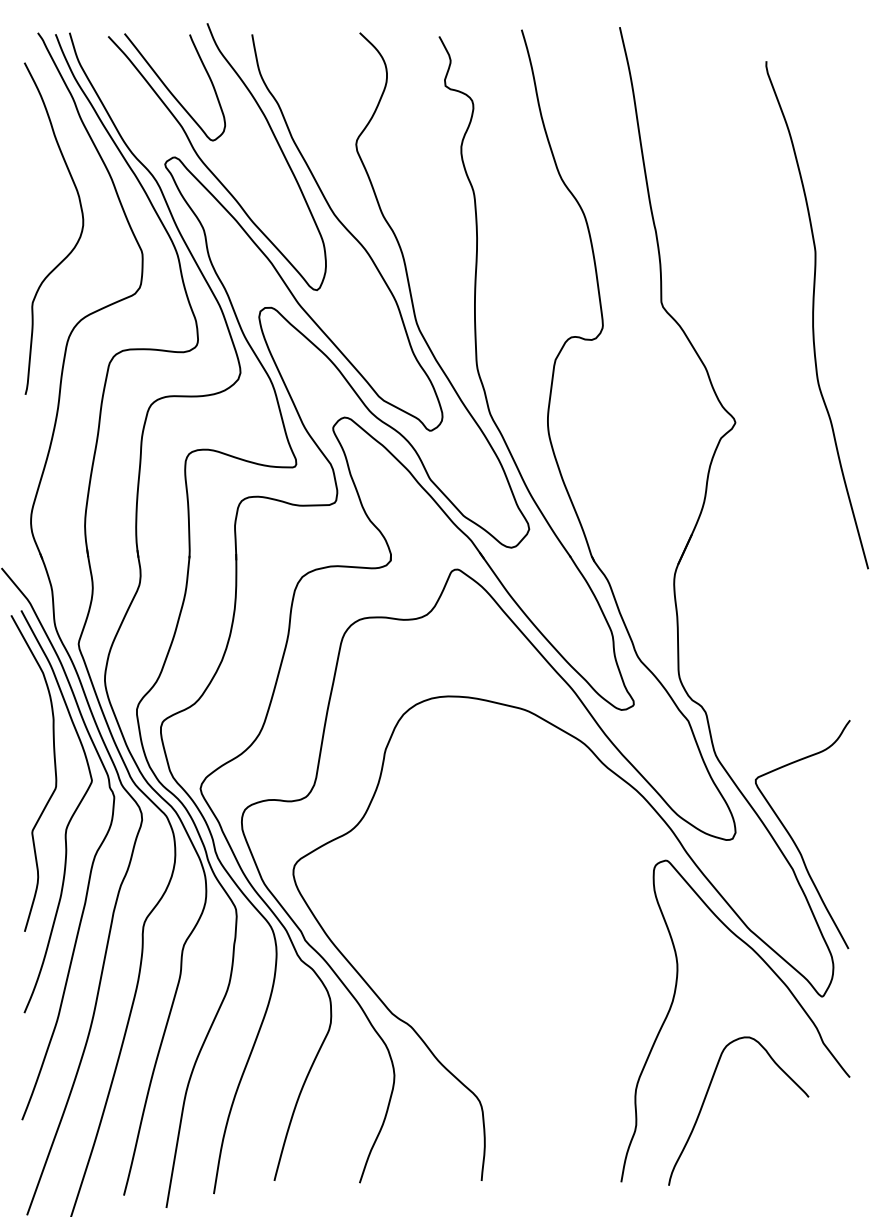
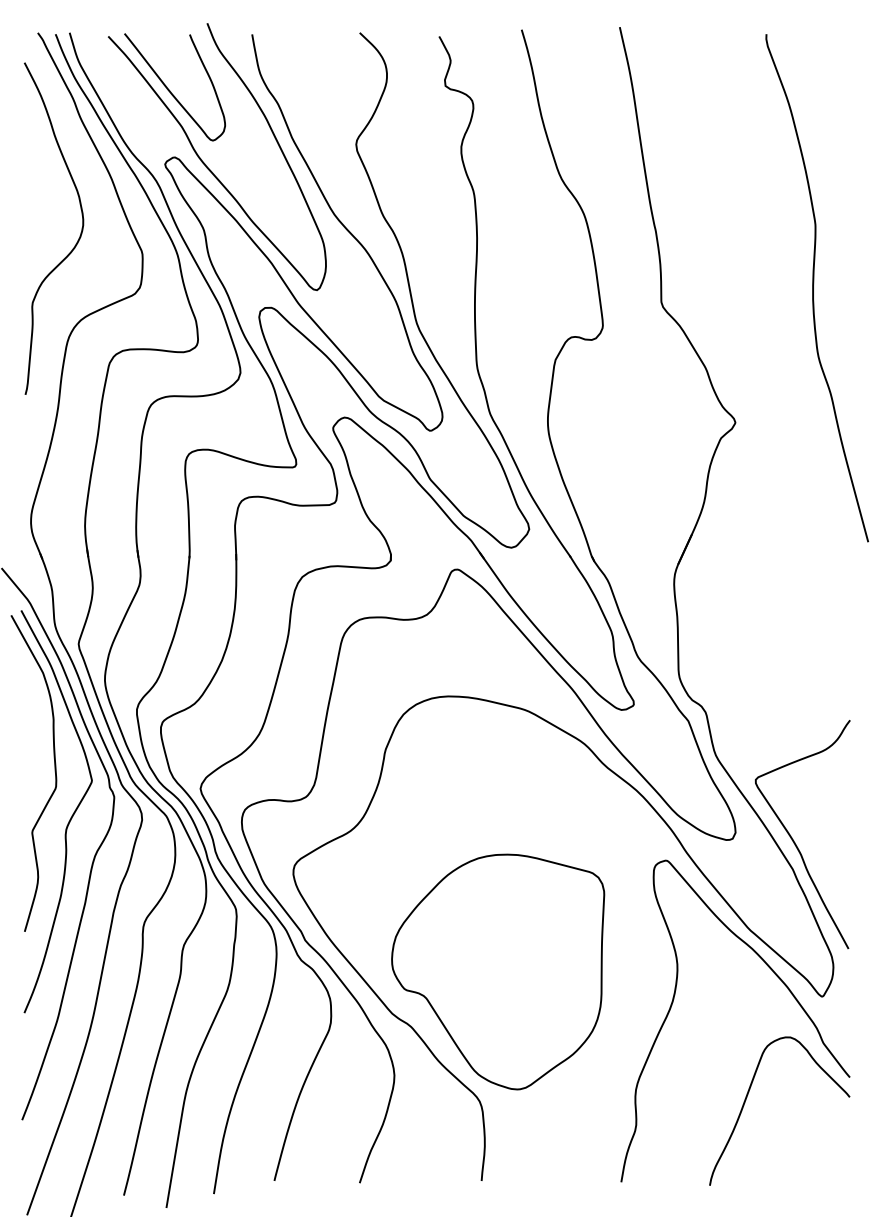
curve at (813, 315) position: (813, 315) -> (813, 288)
part at (498, 971): none -> present
curve at (705, 1100) position: (705, 1100) -> (746, 1100)
